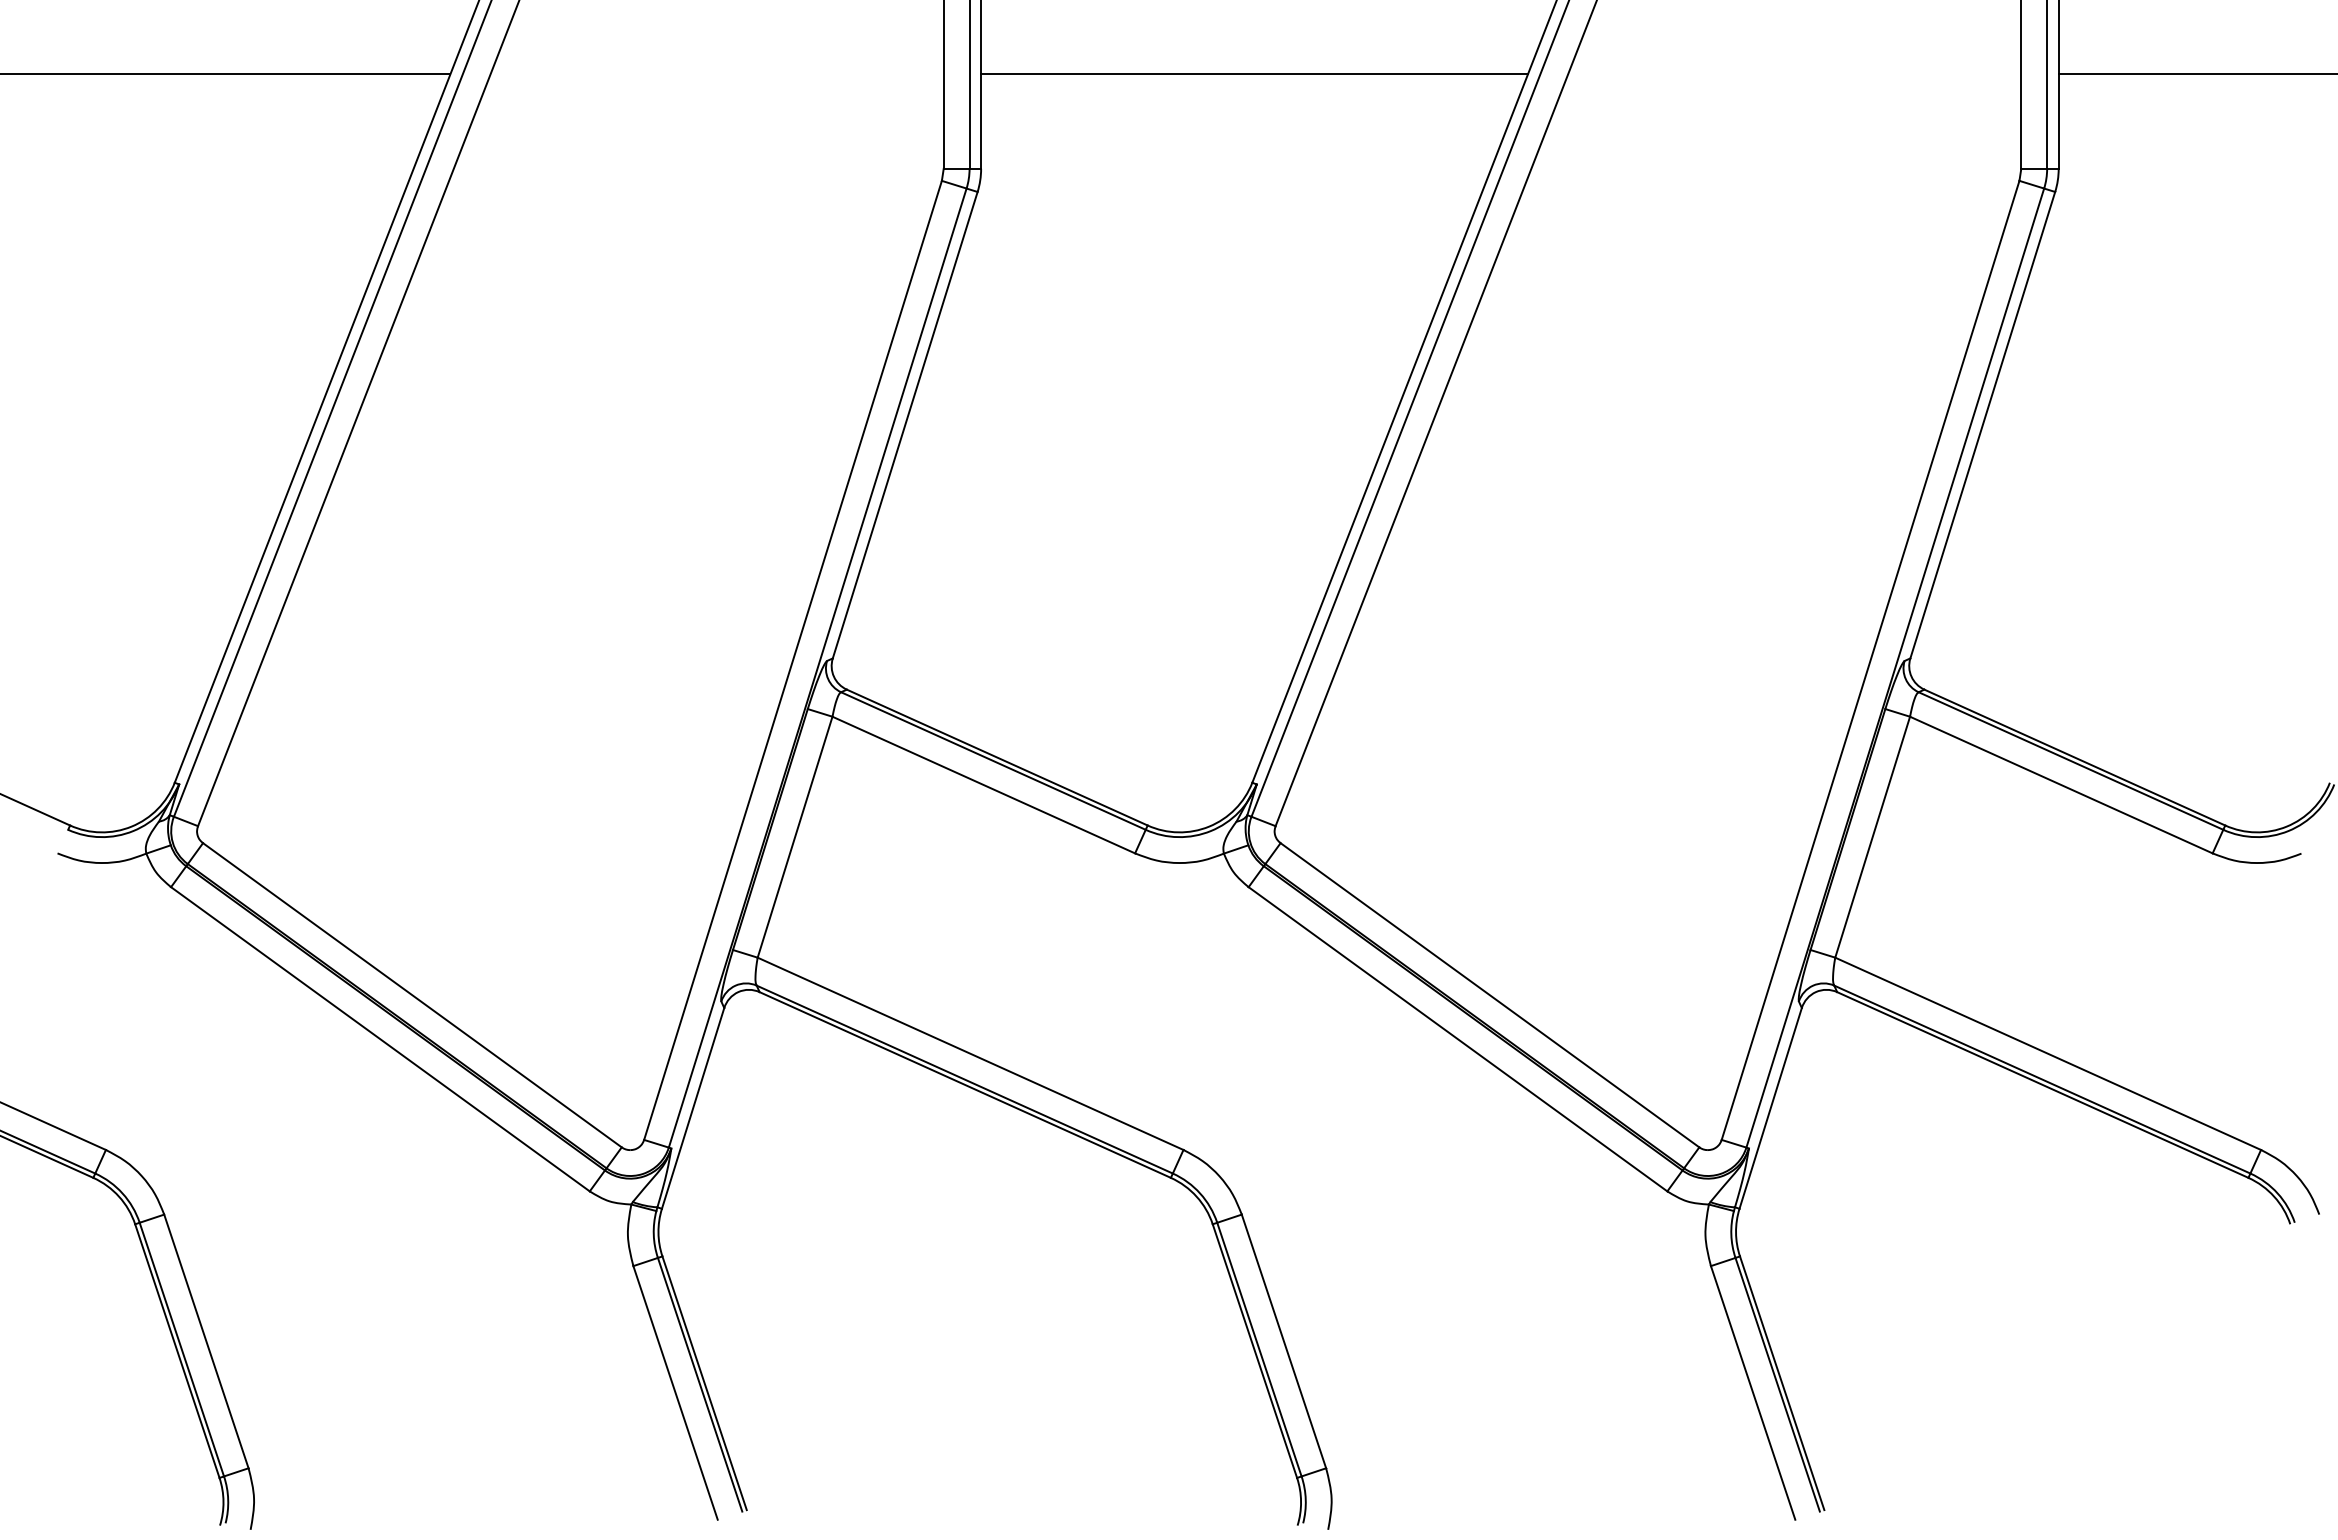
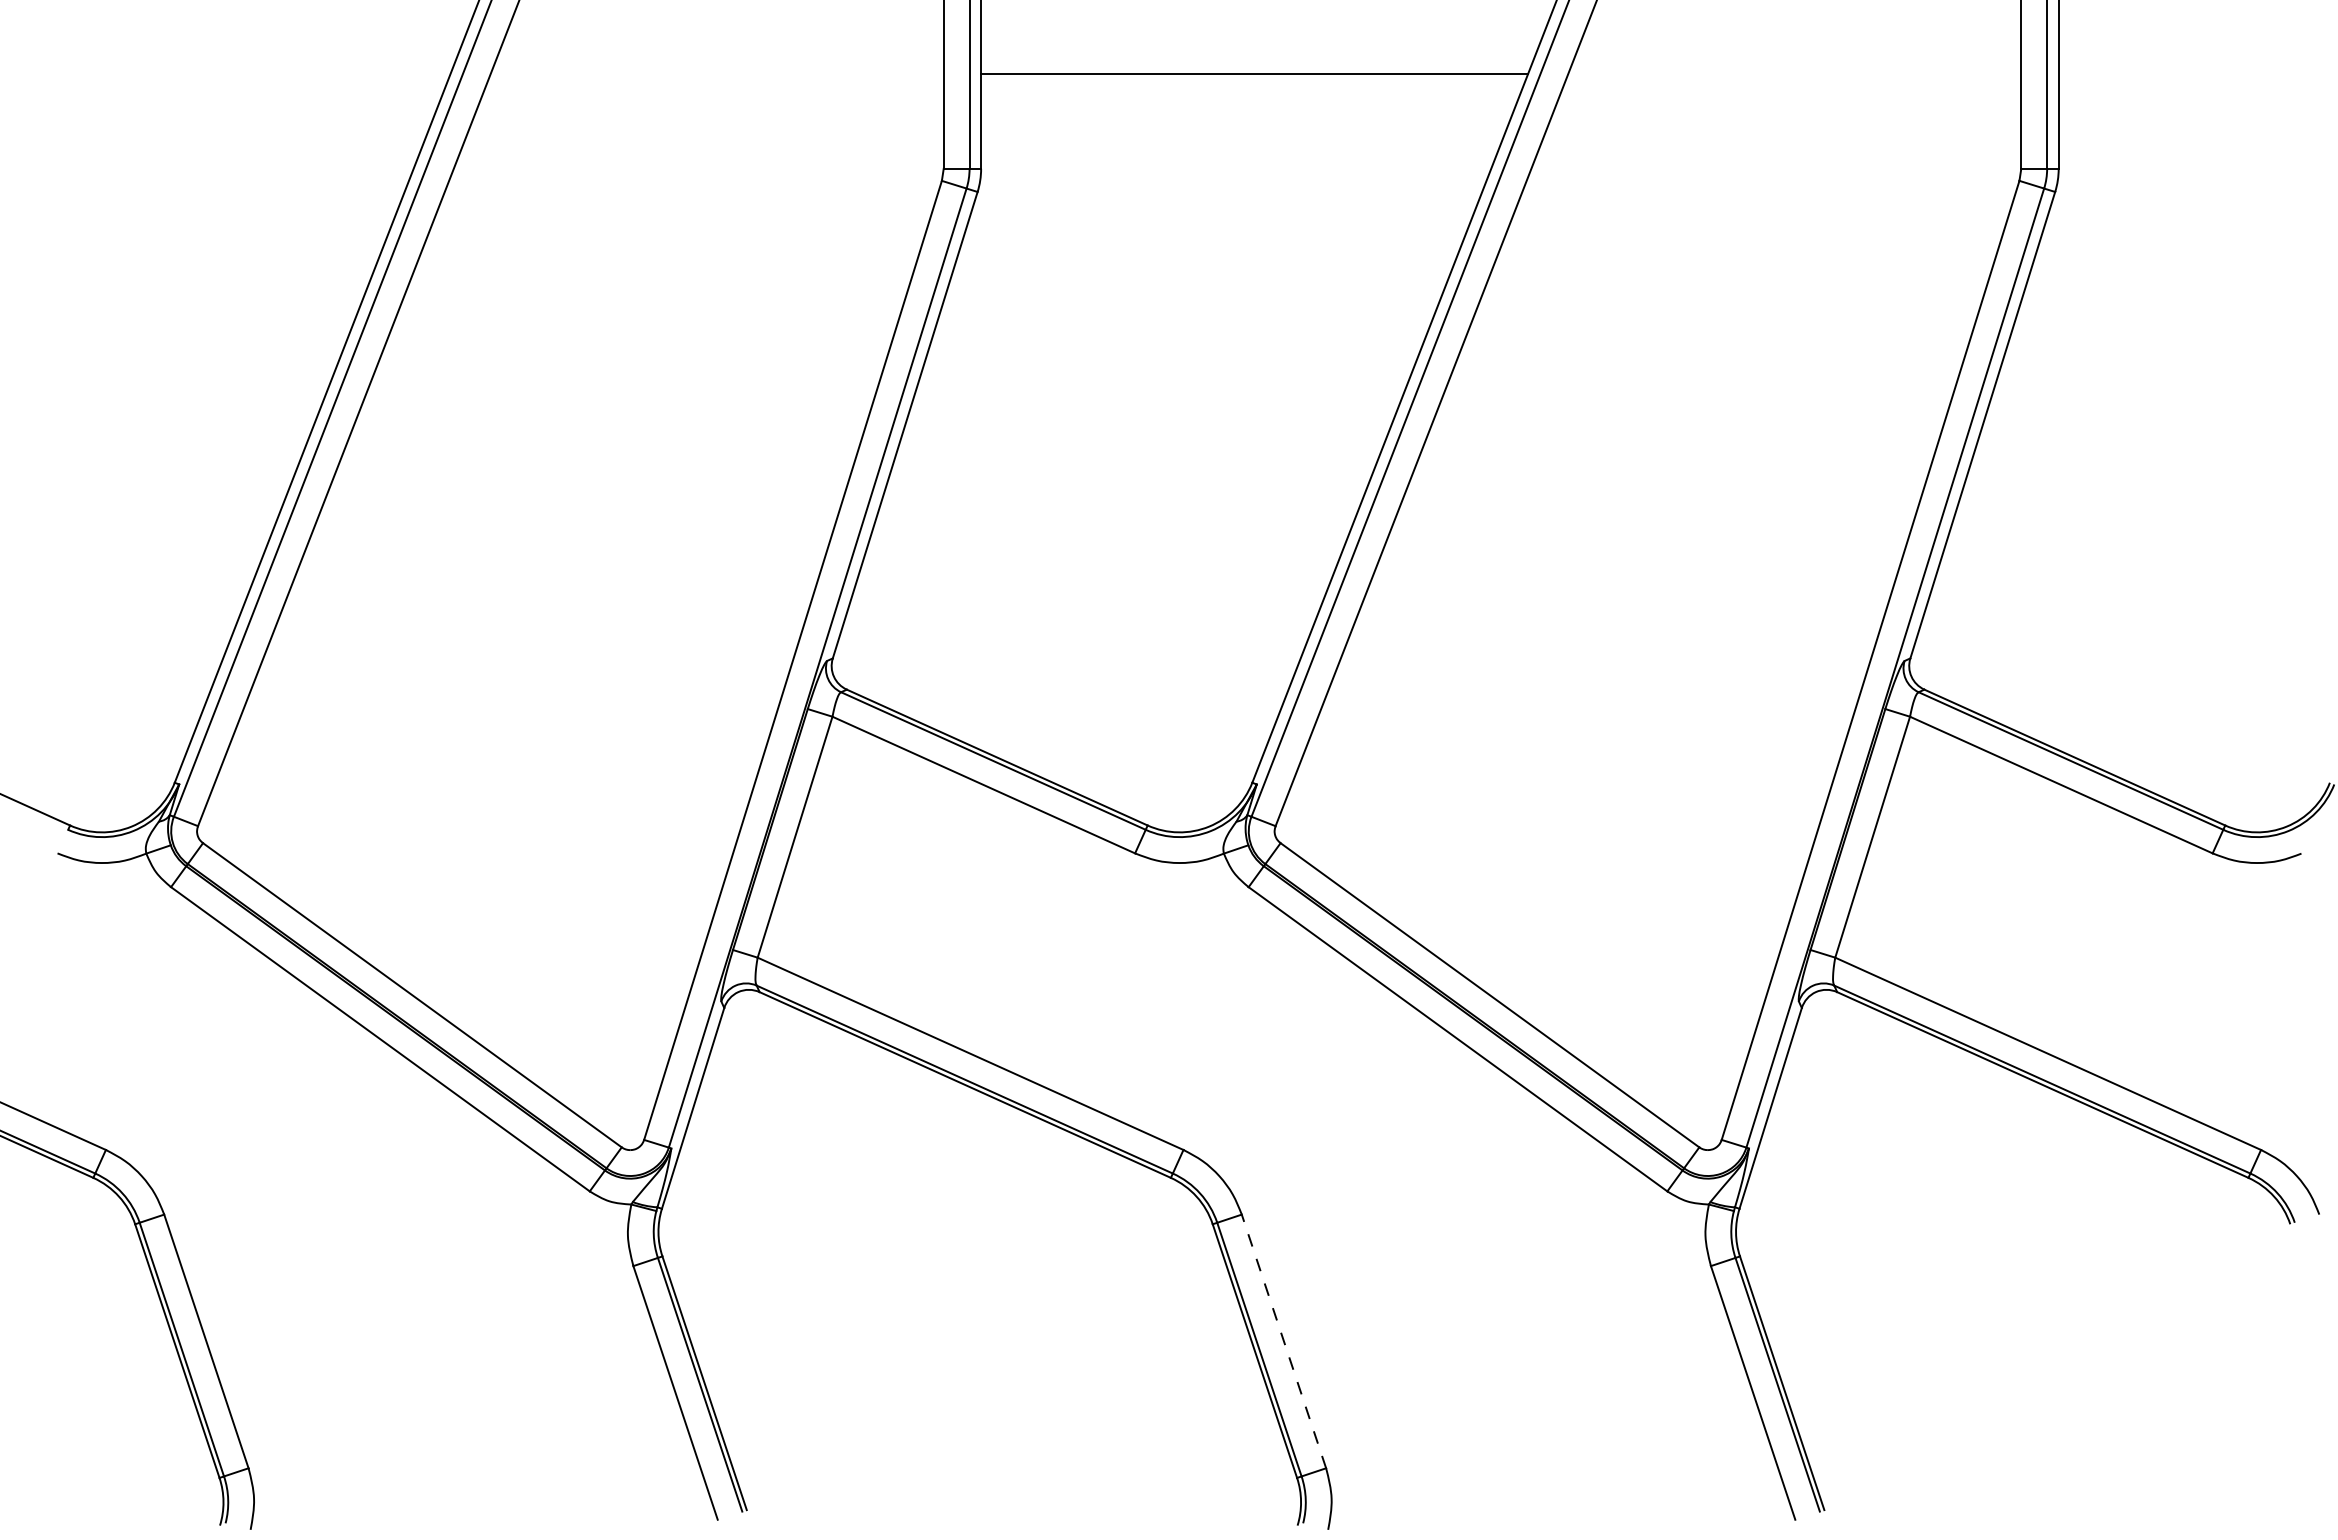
line at (226, 74): present -> none
line at (2196, 74): present -> none
line at (1283, 1341): solid -> dashed
